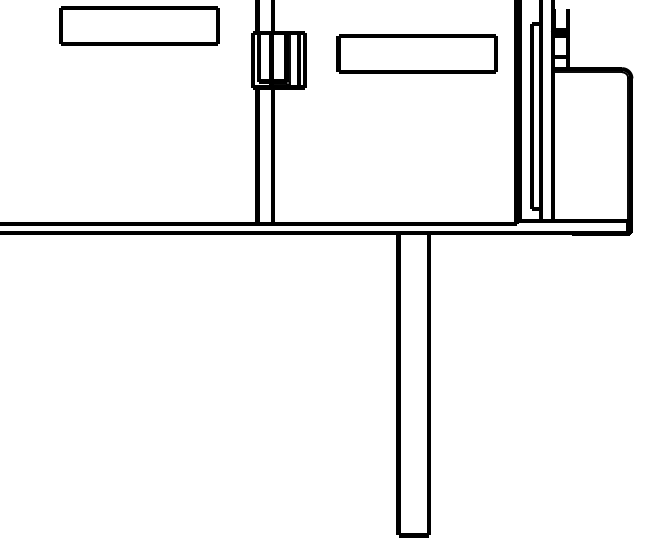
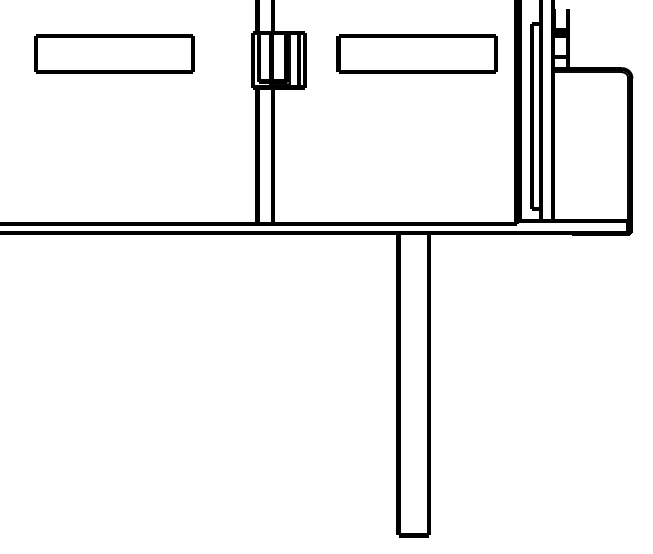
part at (139, 25) position: (139, 25) -> (114, 53)
